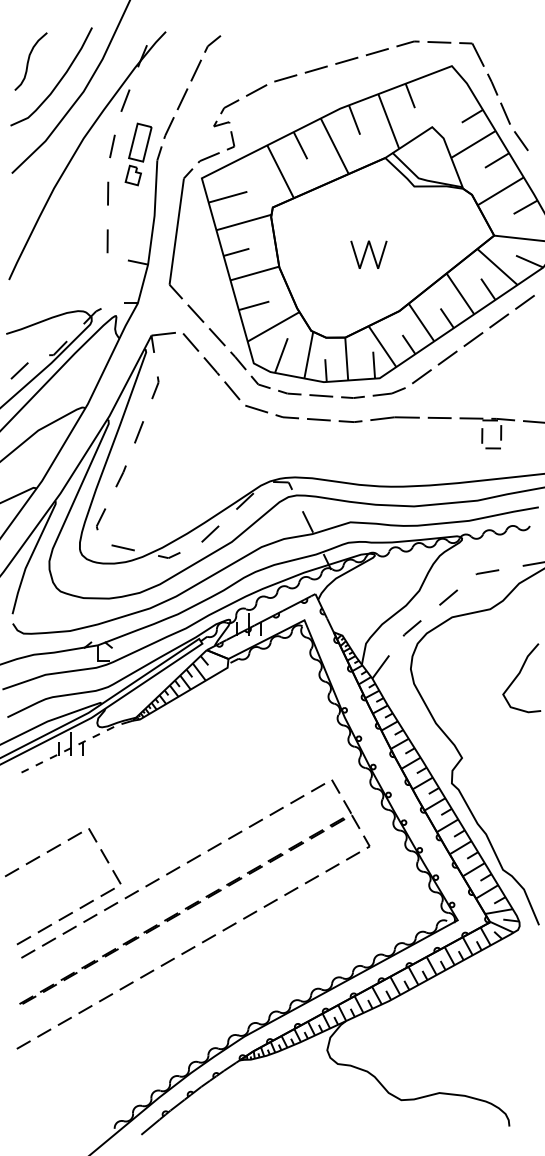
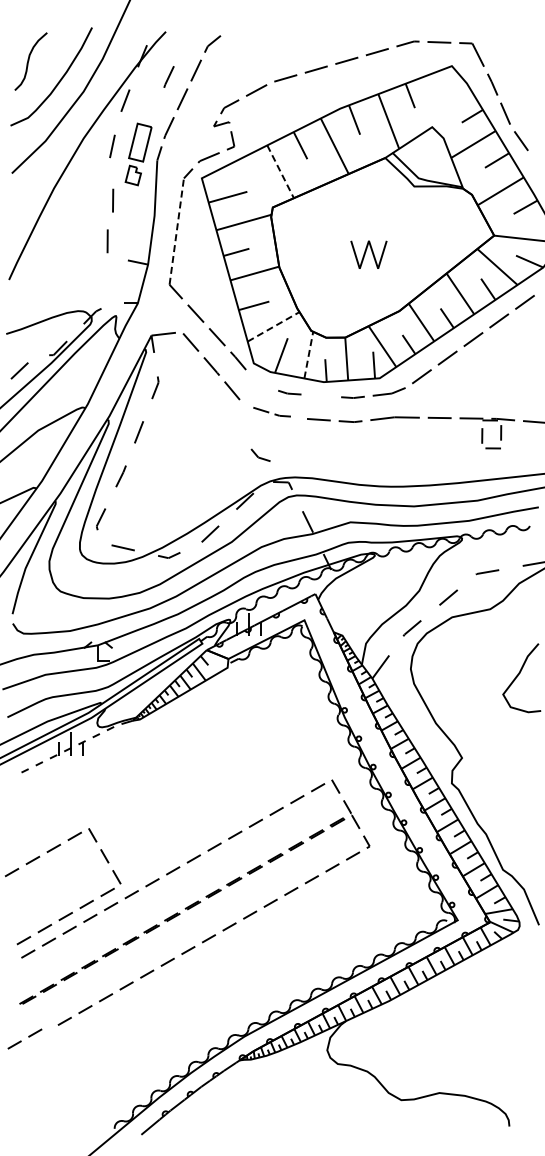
line at (168, 76): none -> present
line at (280, 171): solid -> dashed
line at (108, 193) position: (108, 193) -> (113, 200)
line at (176, 231): solid -> dashed
line at (273, 326): solid -> dashed
line at (308, 355): solid -> dashed
part at (260, 381) position: (260, 381) -> (260, 454)
line at (321, 395): present -> none
part at (271, 412) size: 54x15 px -> 38x11 px
part at (33, 1038) position: (33, 1038) -> (24, 1038)
